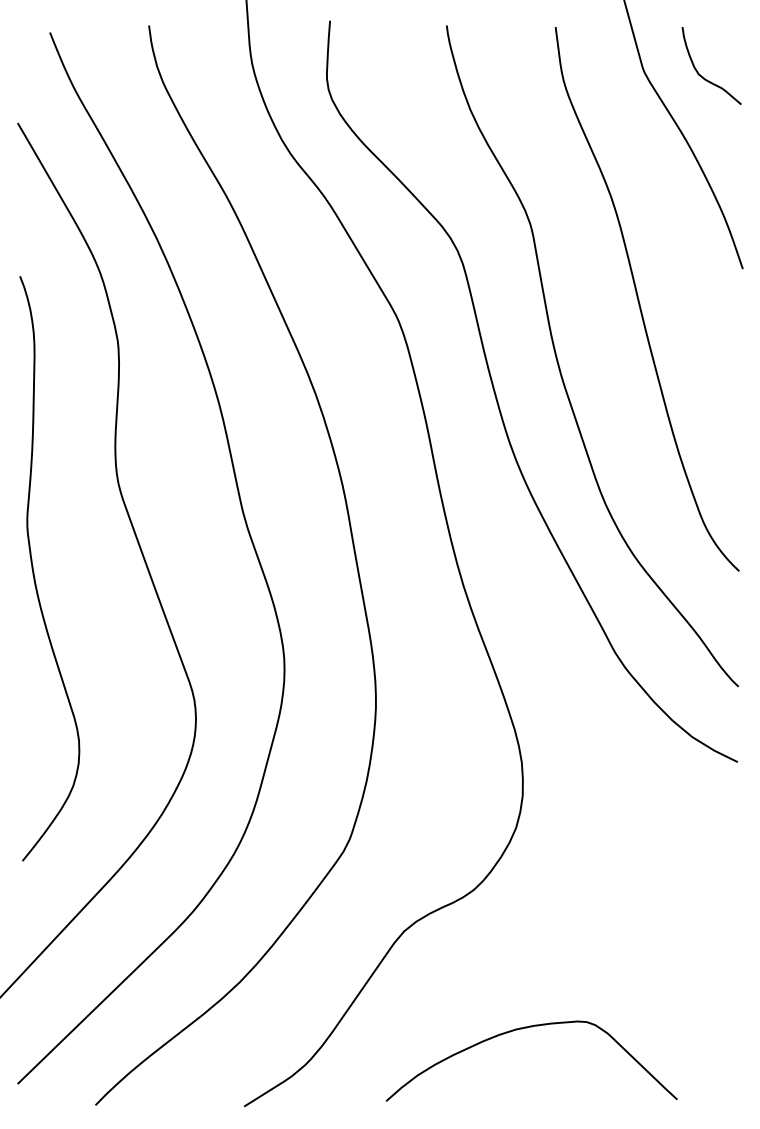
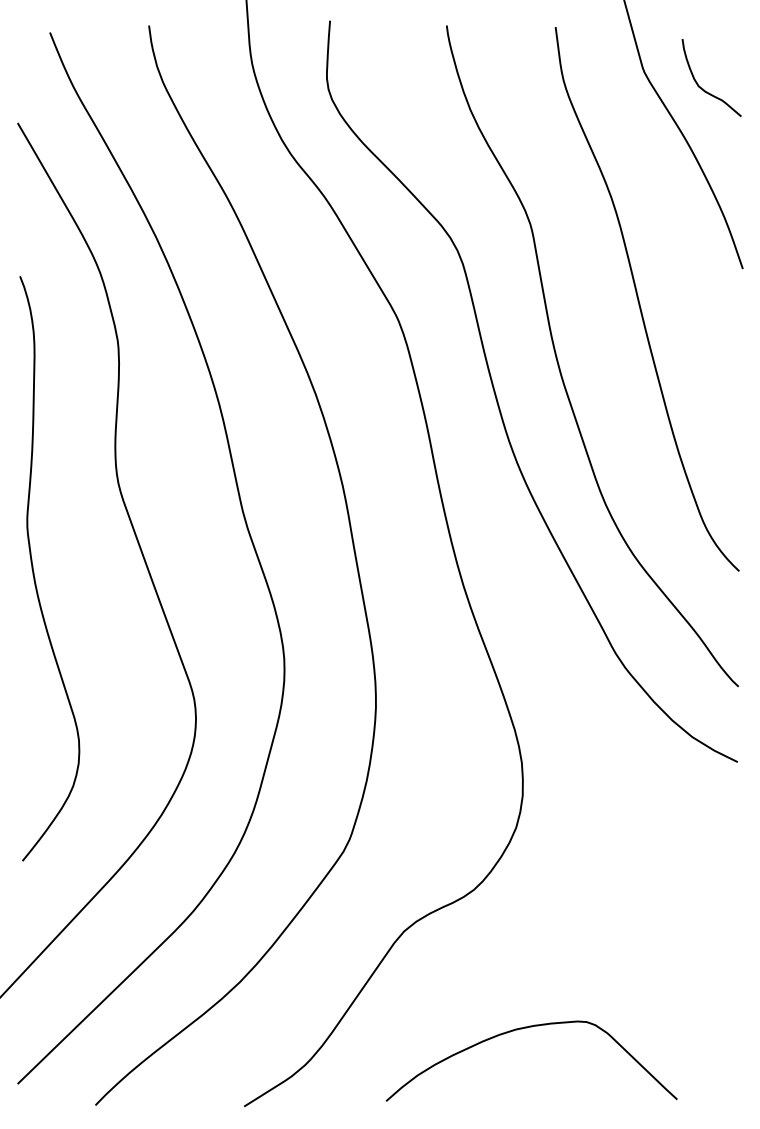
curve at (703, 76) position: (703, 76) -> (703, 88)
